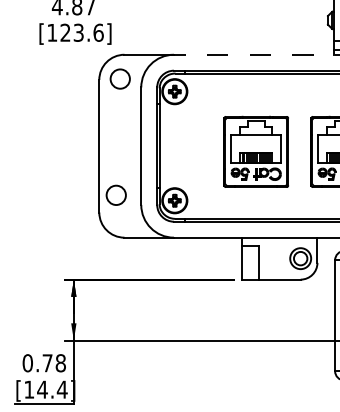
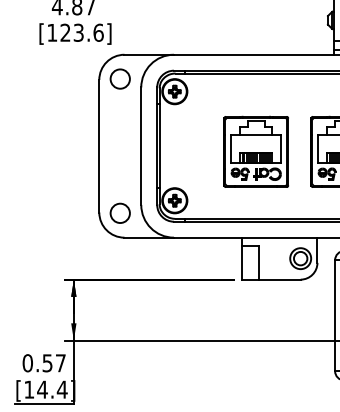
line at (256, 54): dashed -> solid
circle at (115, 194) position: (115, 194) -> (119, 212)
text at (53, 363): 0.78 -> 0.57
